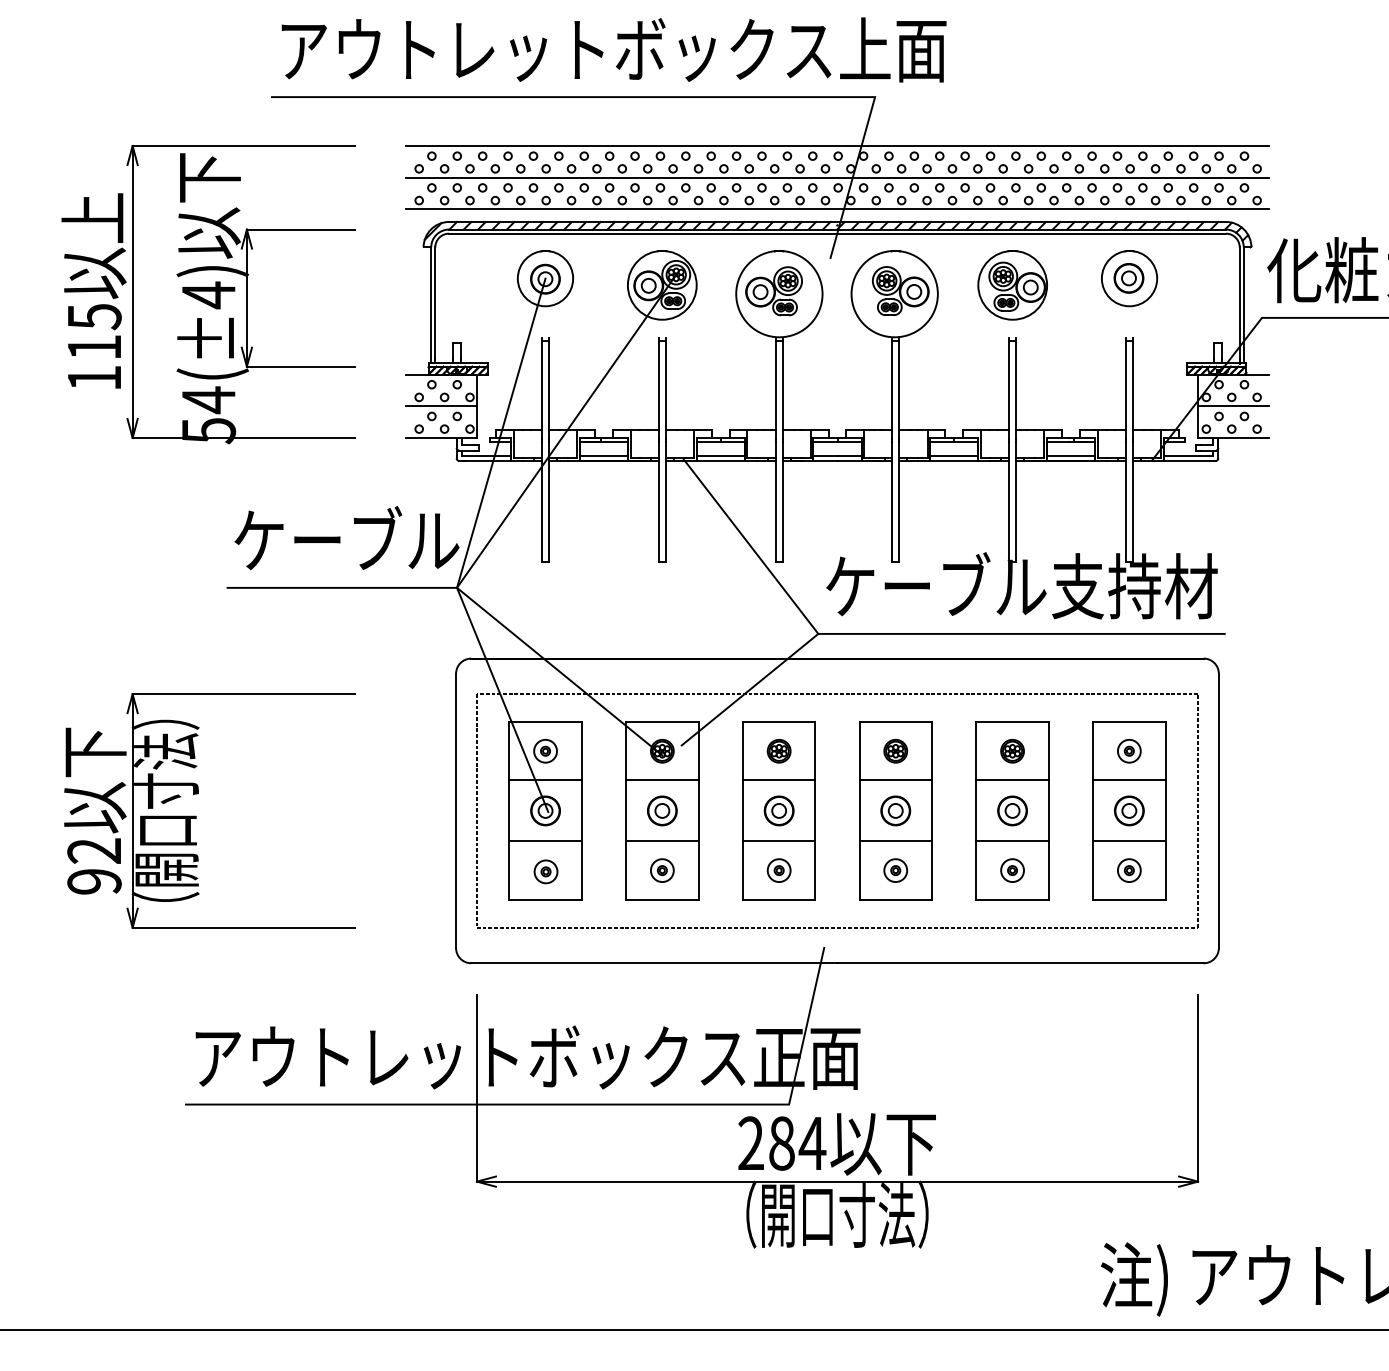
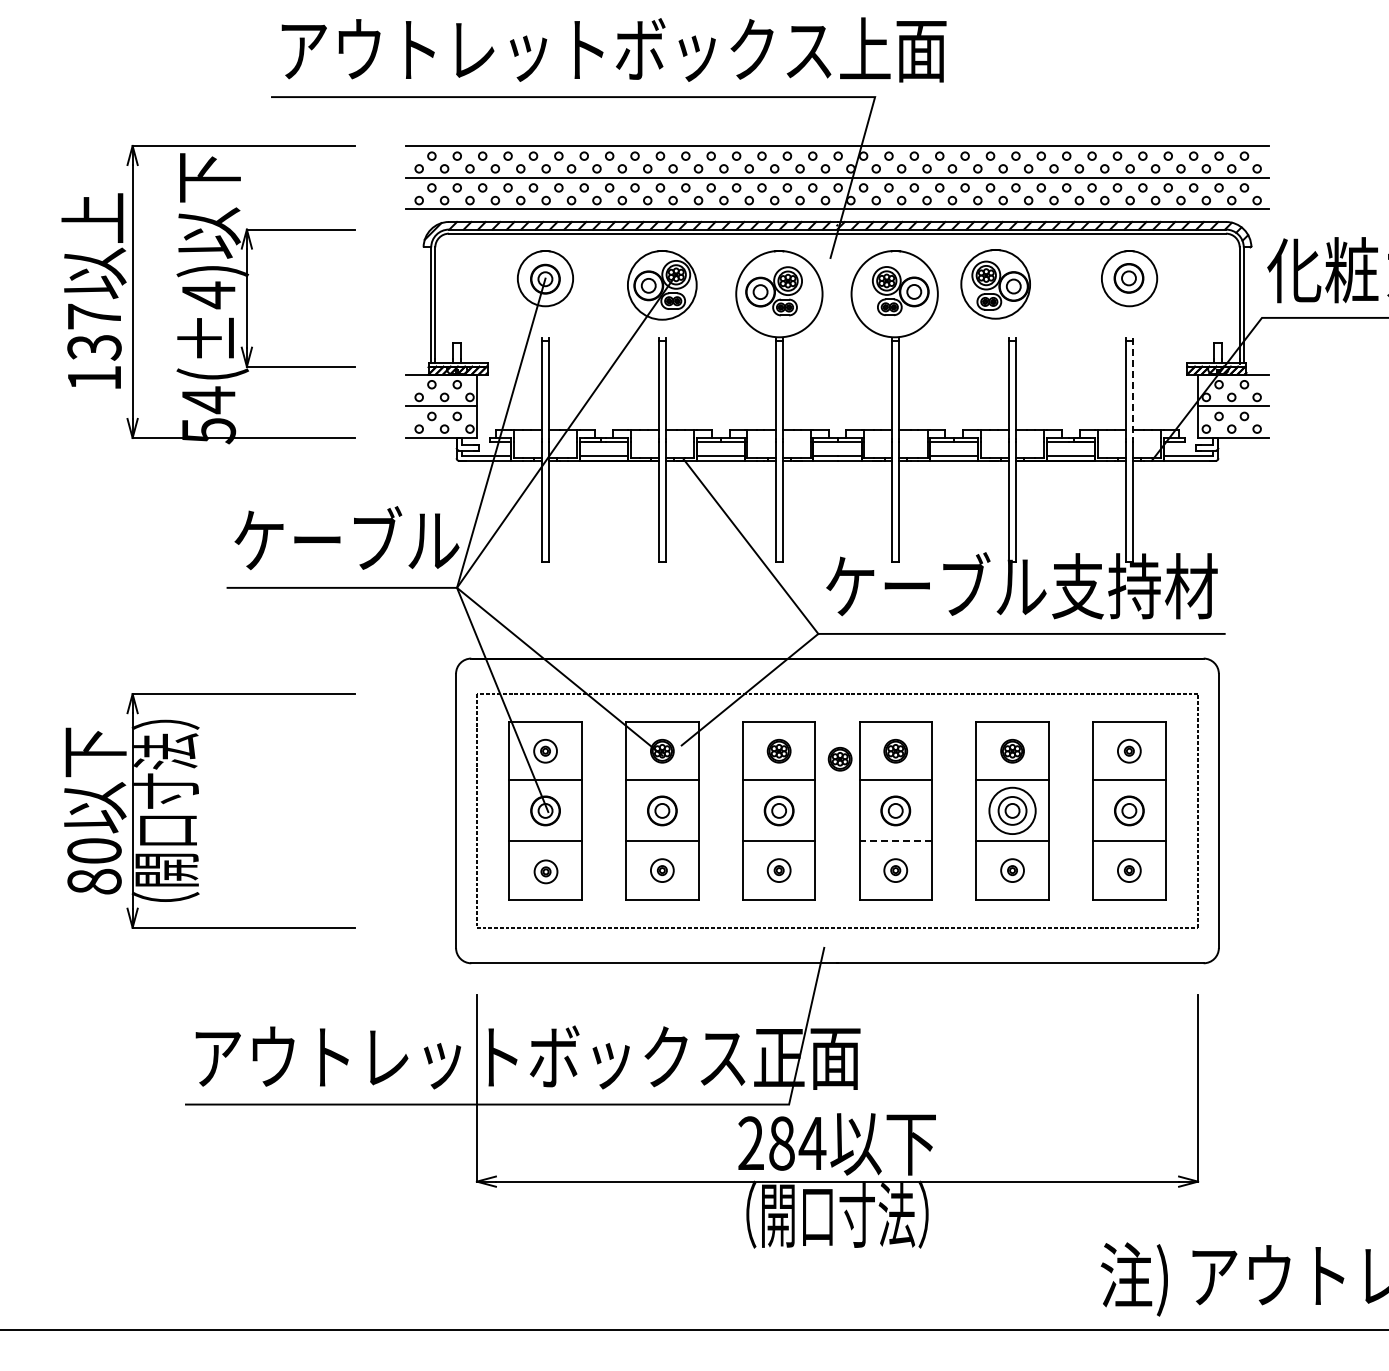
part at (1012, 285) position: (1012, 285) -> (995, 284)
text at (94, 331): 115 -> 137
line at (1133, 389): solid -> dashed
part at (839, 759): none -> present
circle at (1012, 810) diameter: 29 px -> 46 px
line at (895, 841): solid -> dashed
text at (94, 866): 92 -> 80
